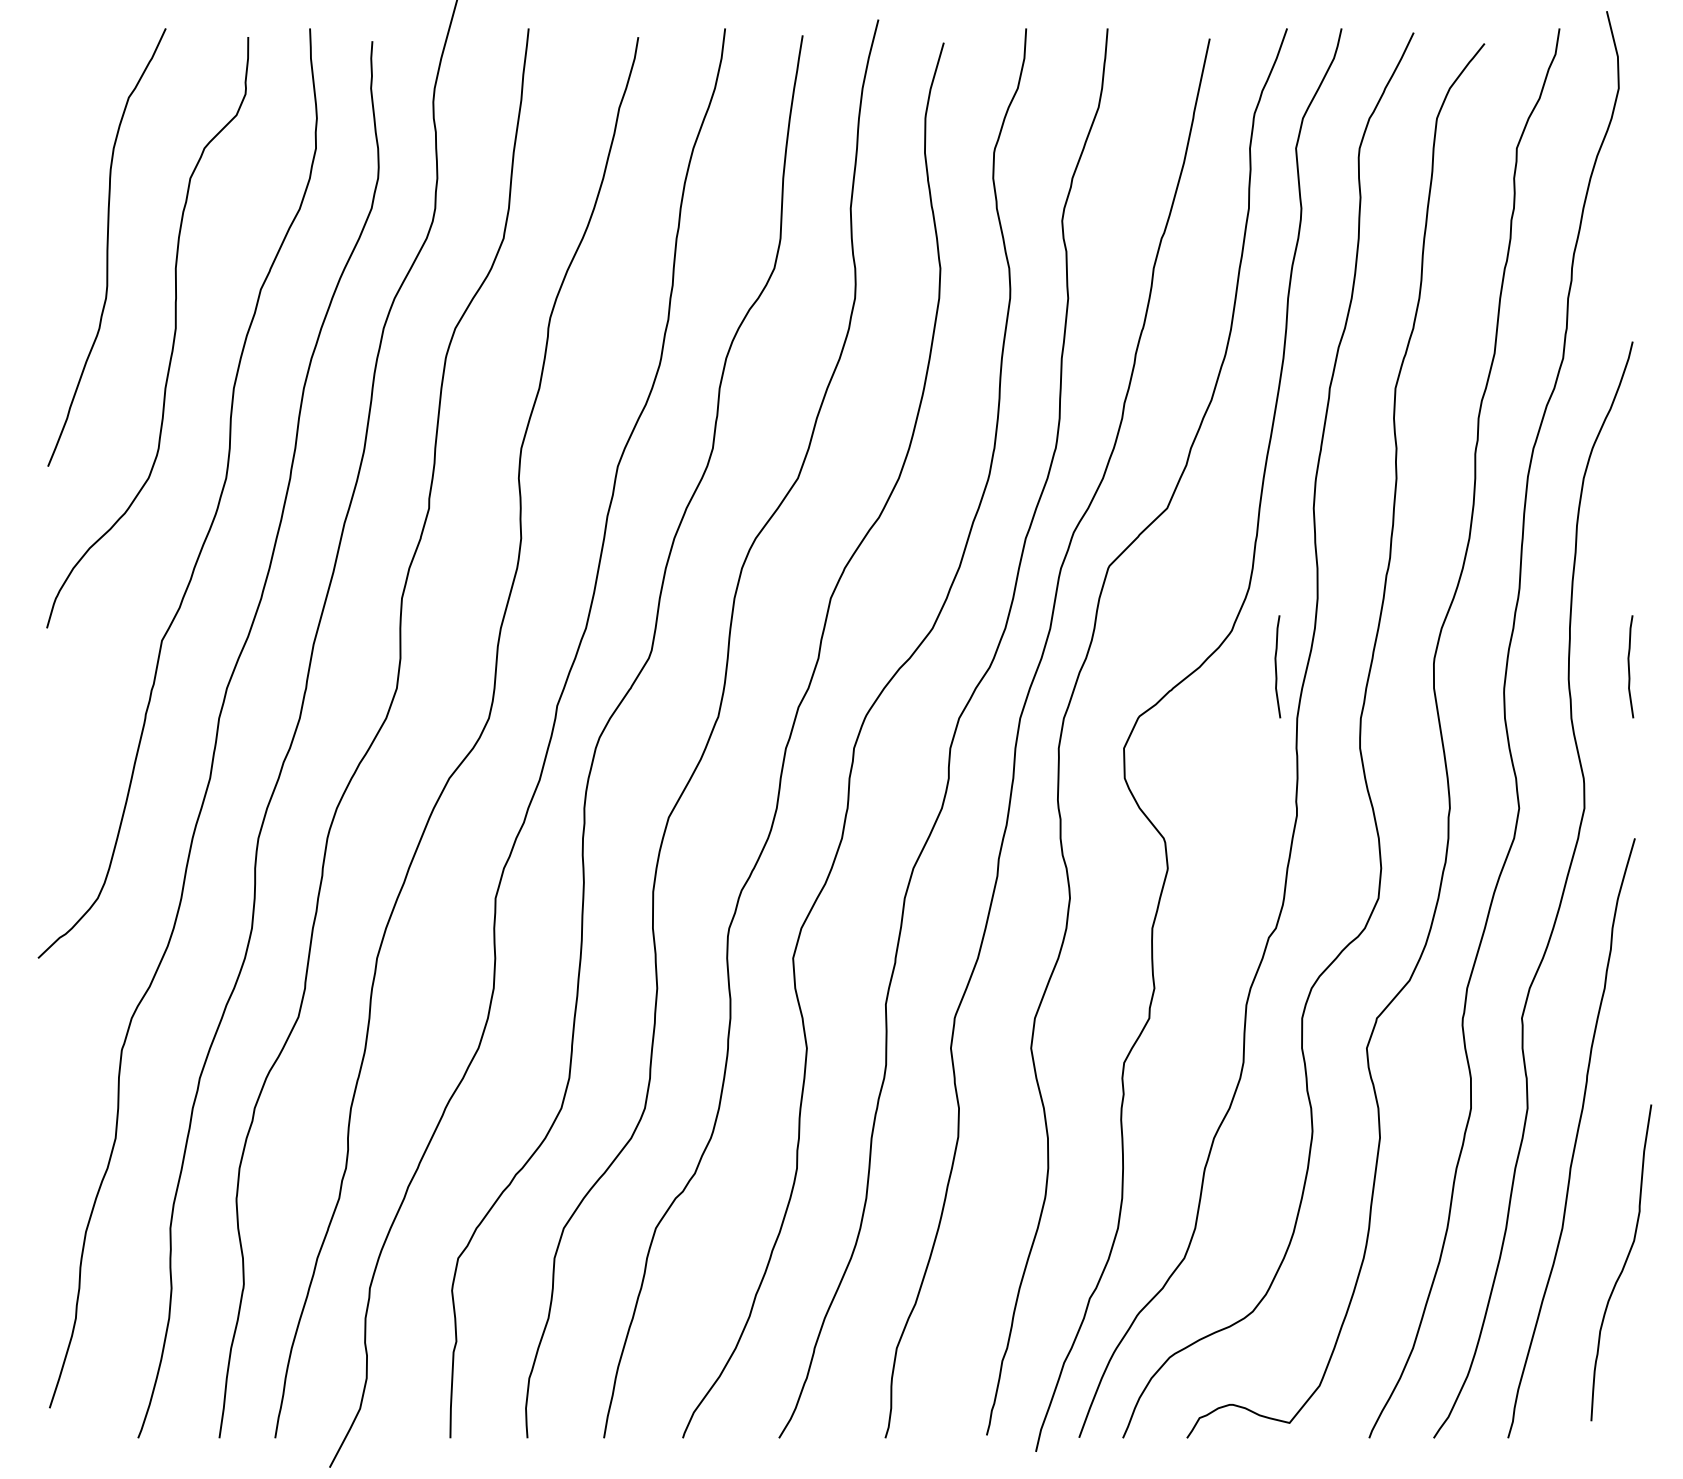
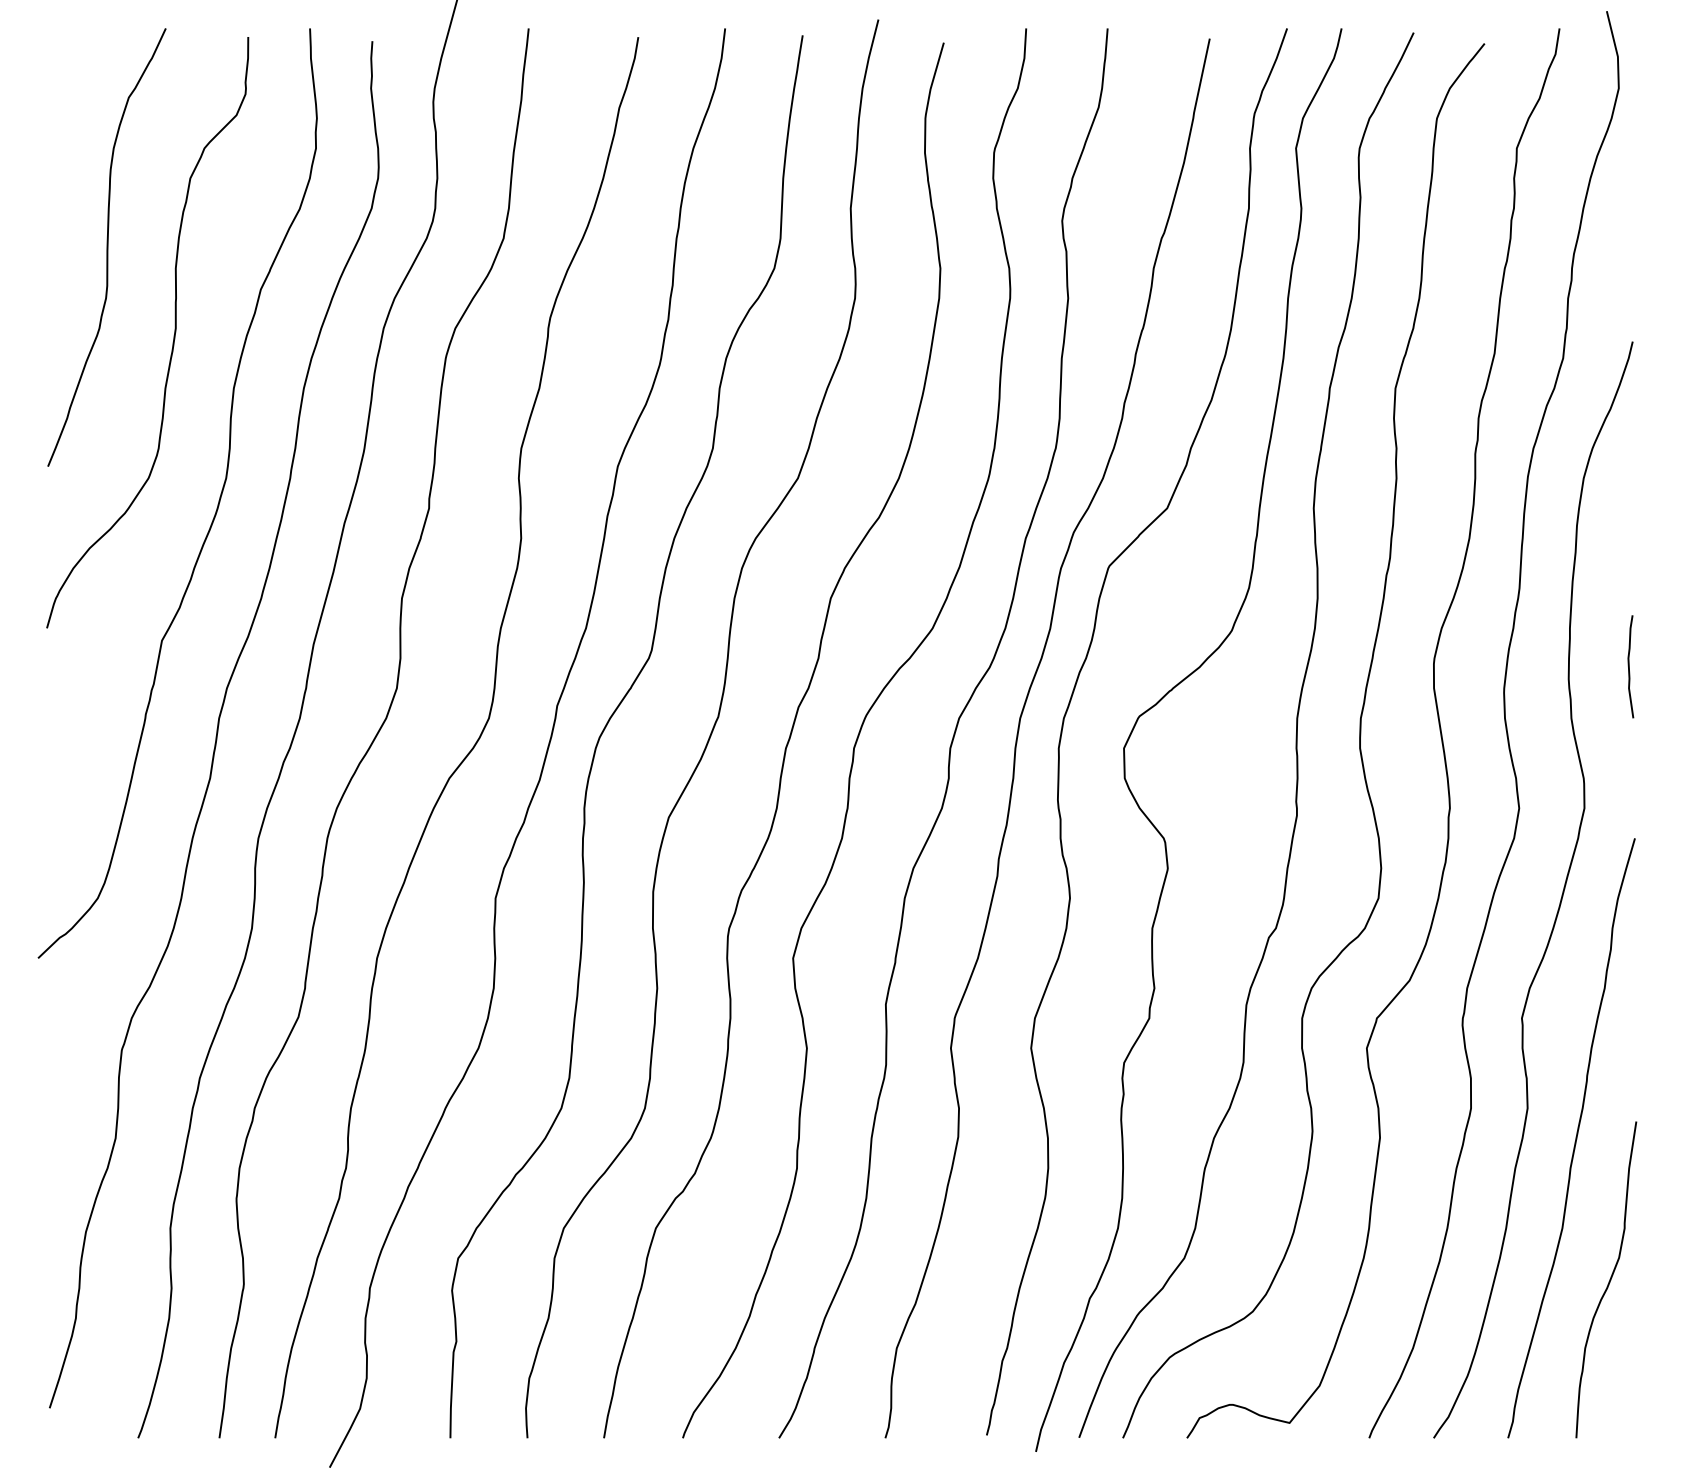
curve at (1276, 666): present -> none
curve at (1623, 1264) position: (1623, 1264) -> (1608, 1281)
